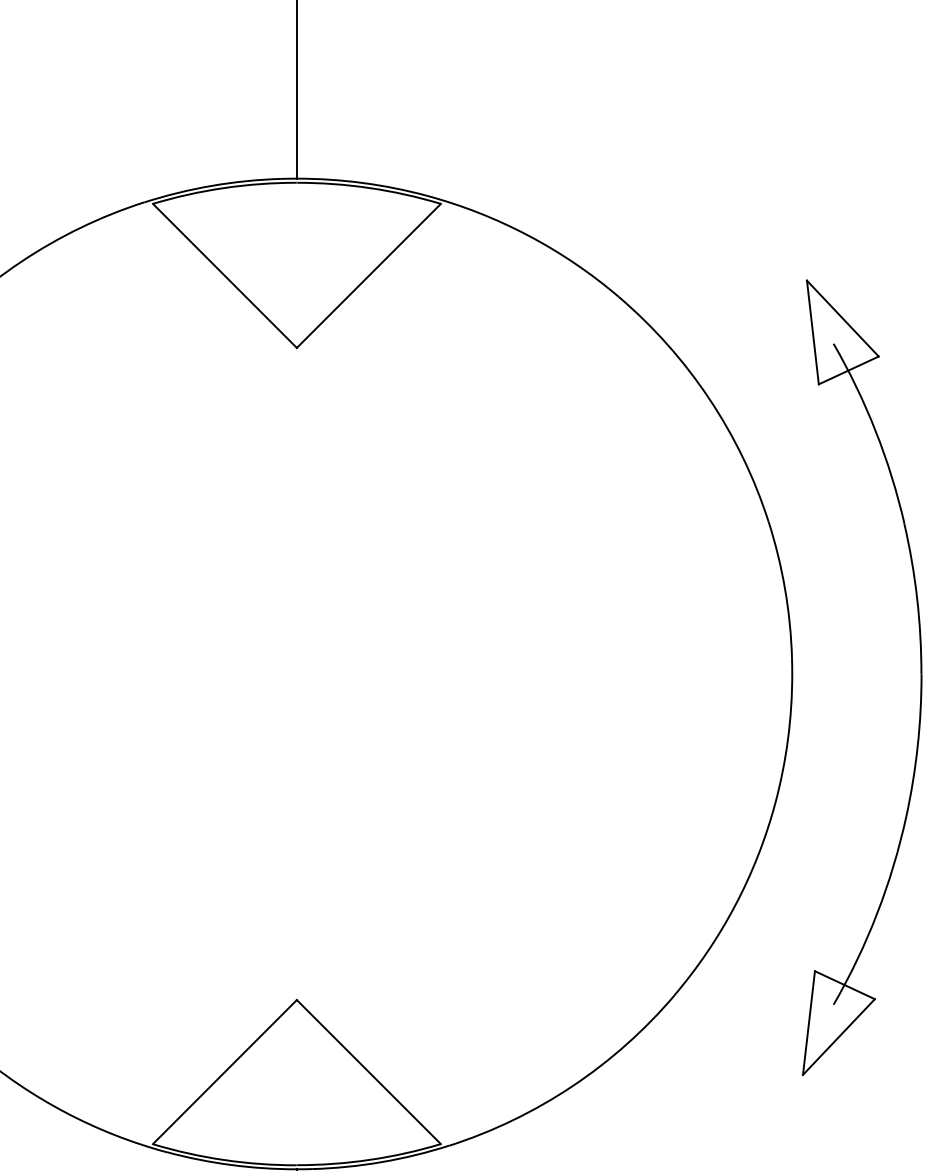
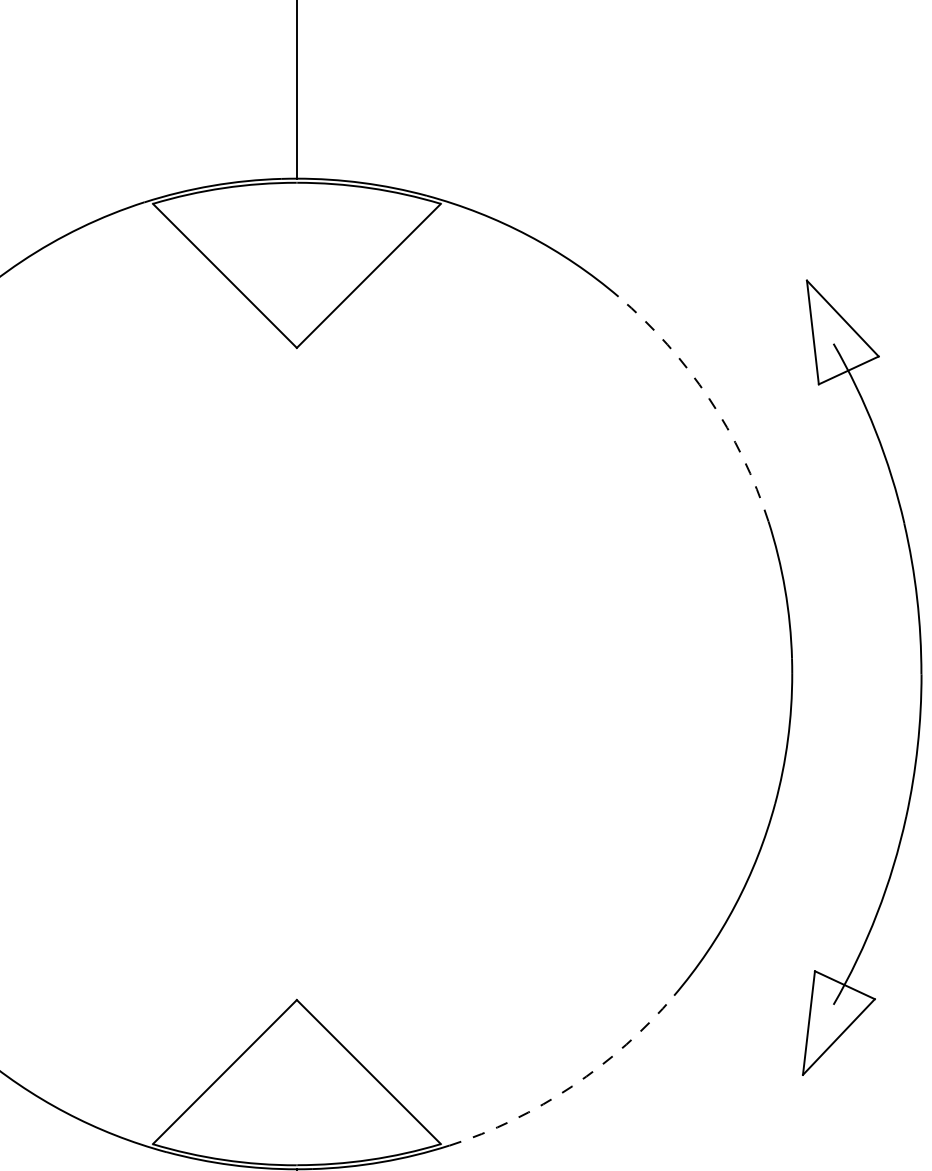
arc at (709, 398): solid -> dashed
arc at (572, 1086): solid -> dashed
